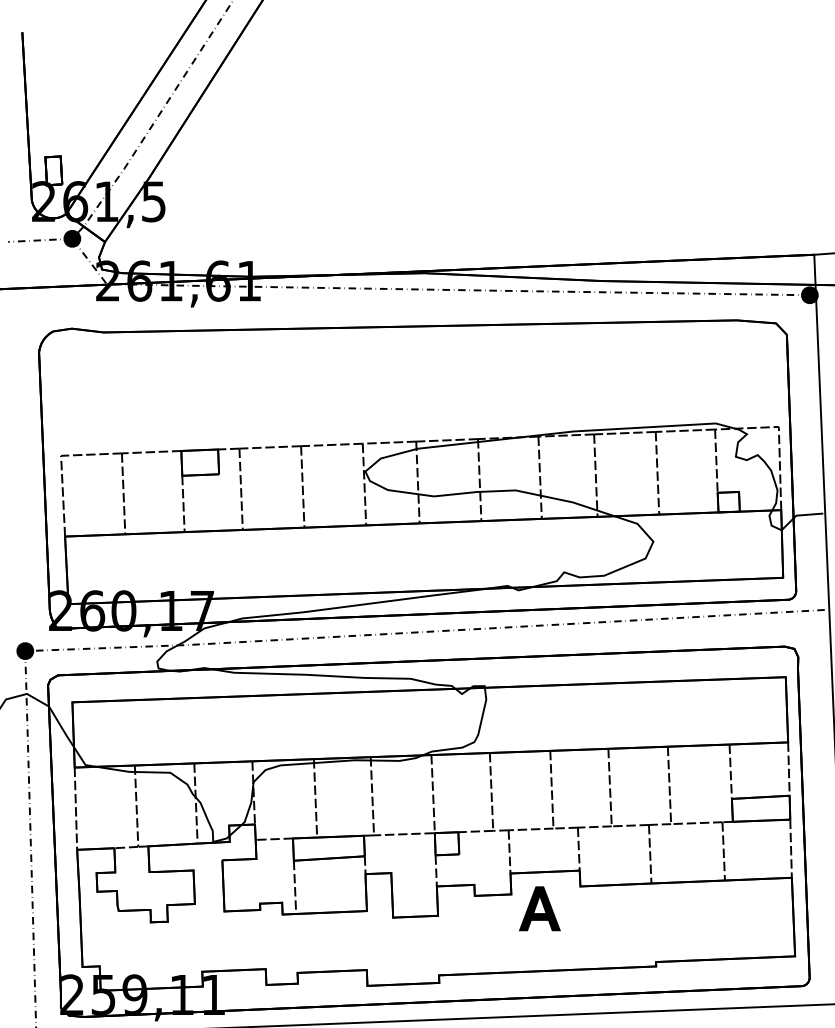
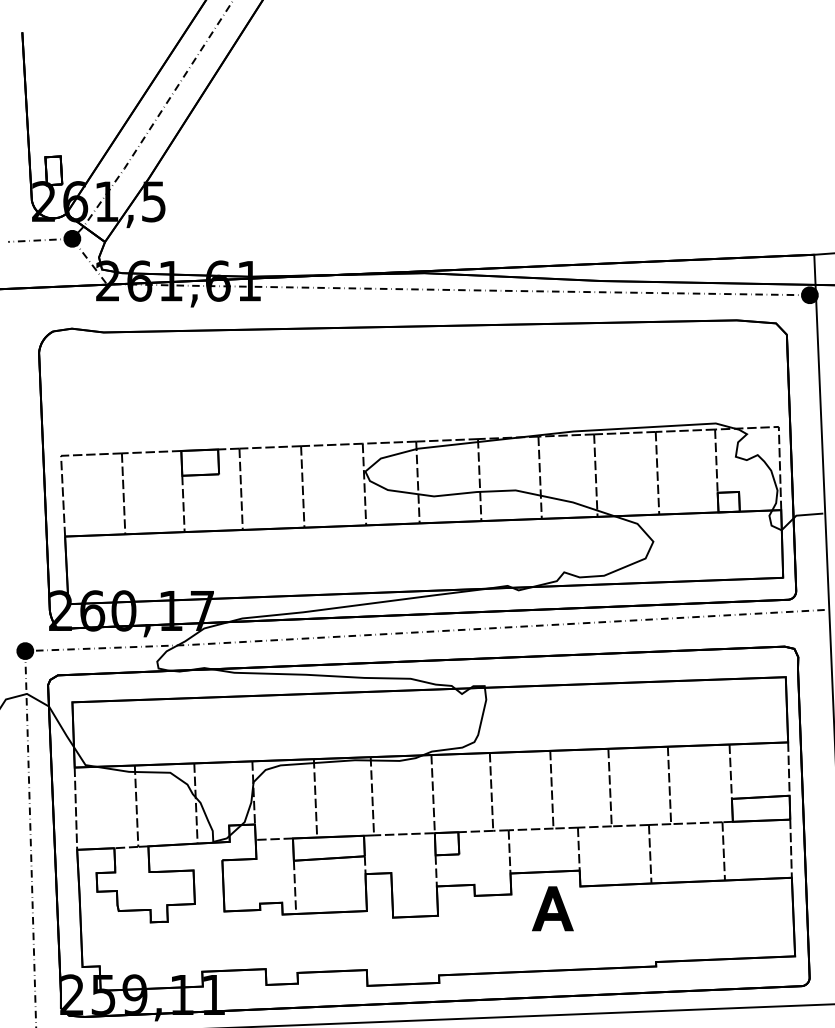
part at (539, 908) position: (539, 908) -> (552, 908)
